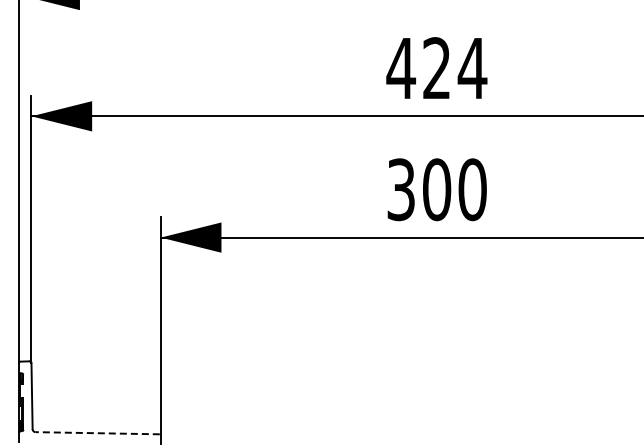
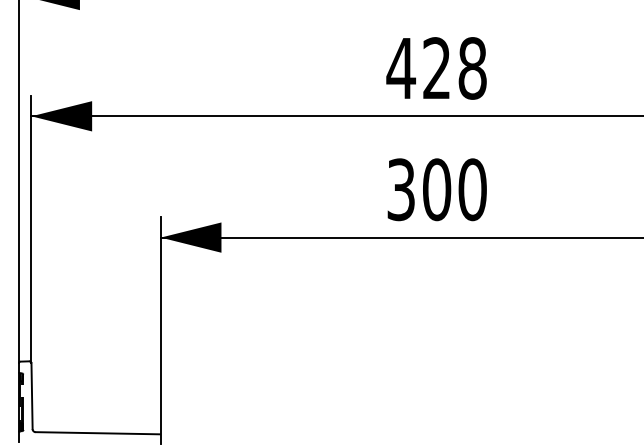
text at (472, 68): 424 -> 428
line at (97, 433): dashed -> solid
